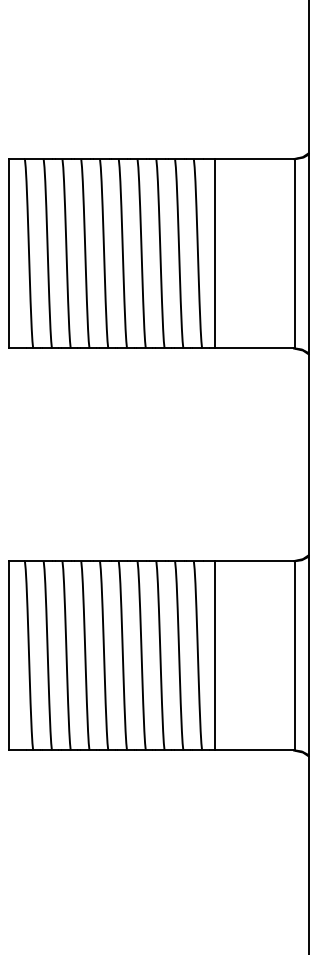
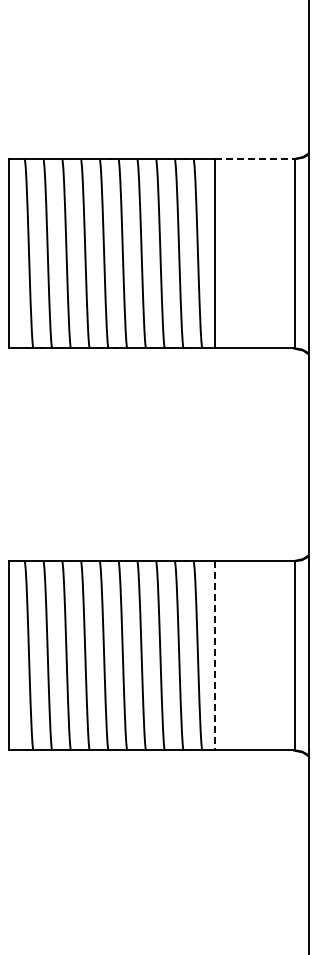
line at (255, 159): solid -> dashed
line at (215, 655): solid -> dashed
